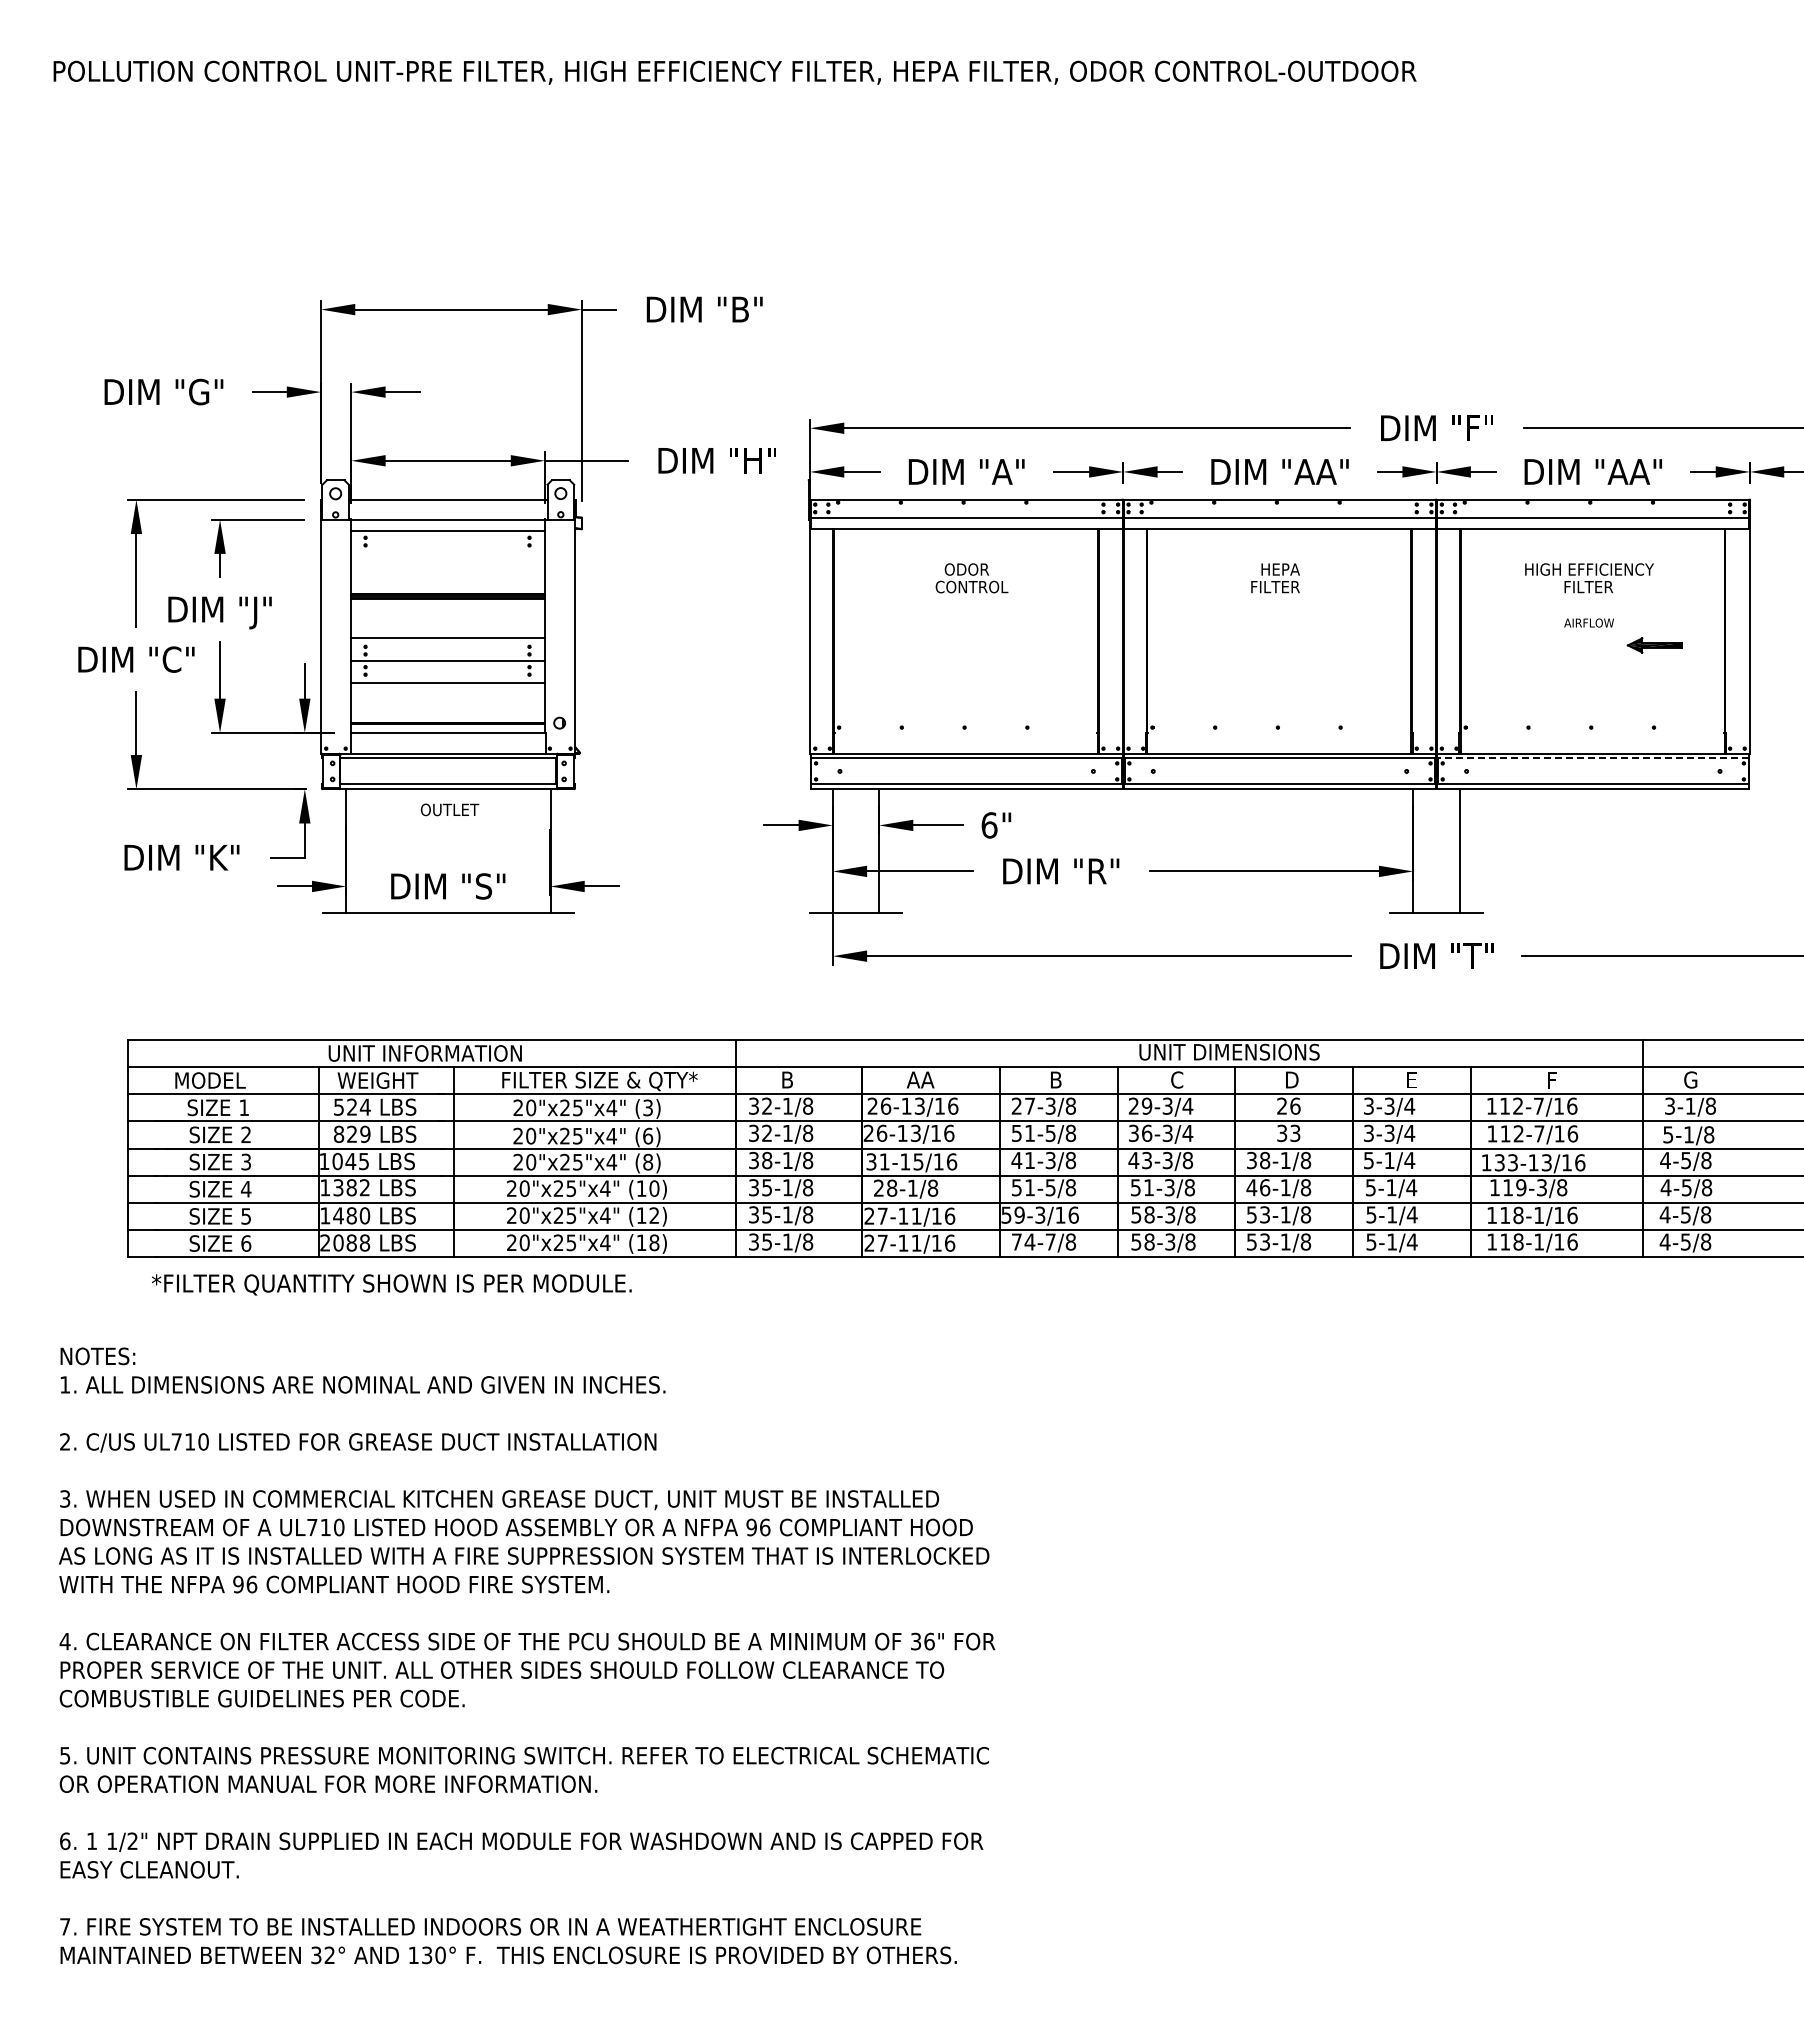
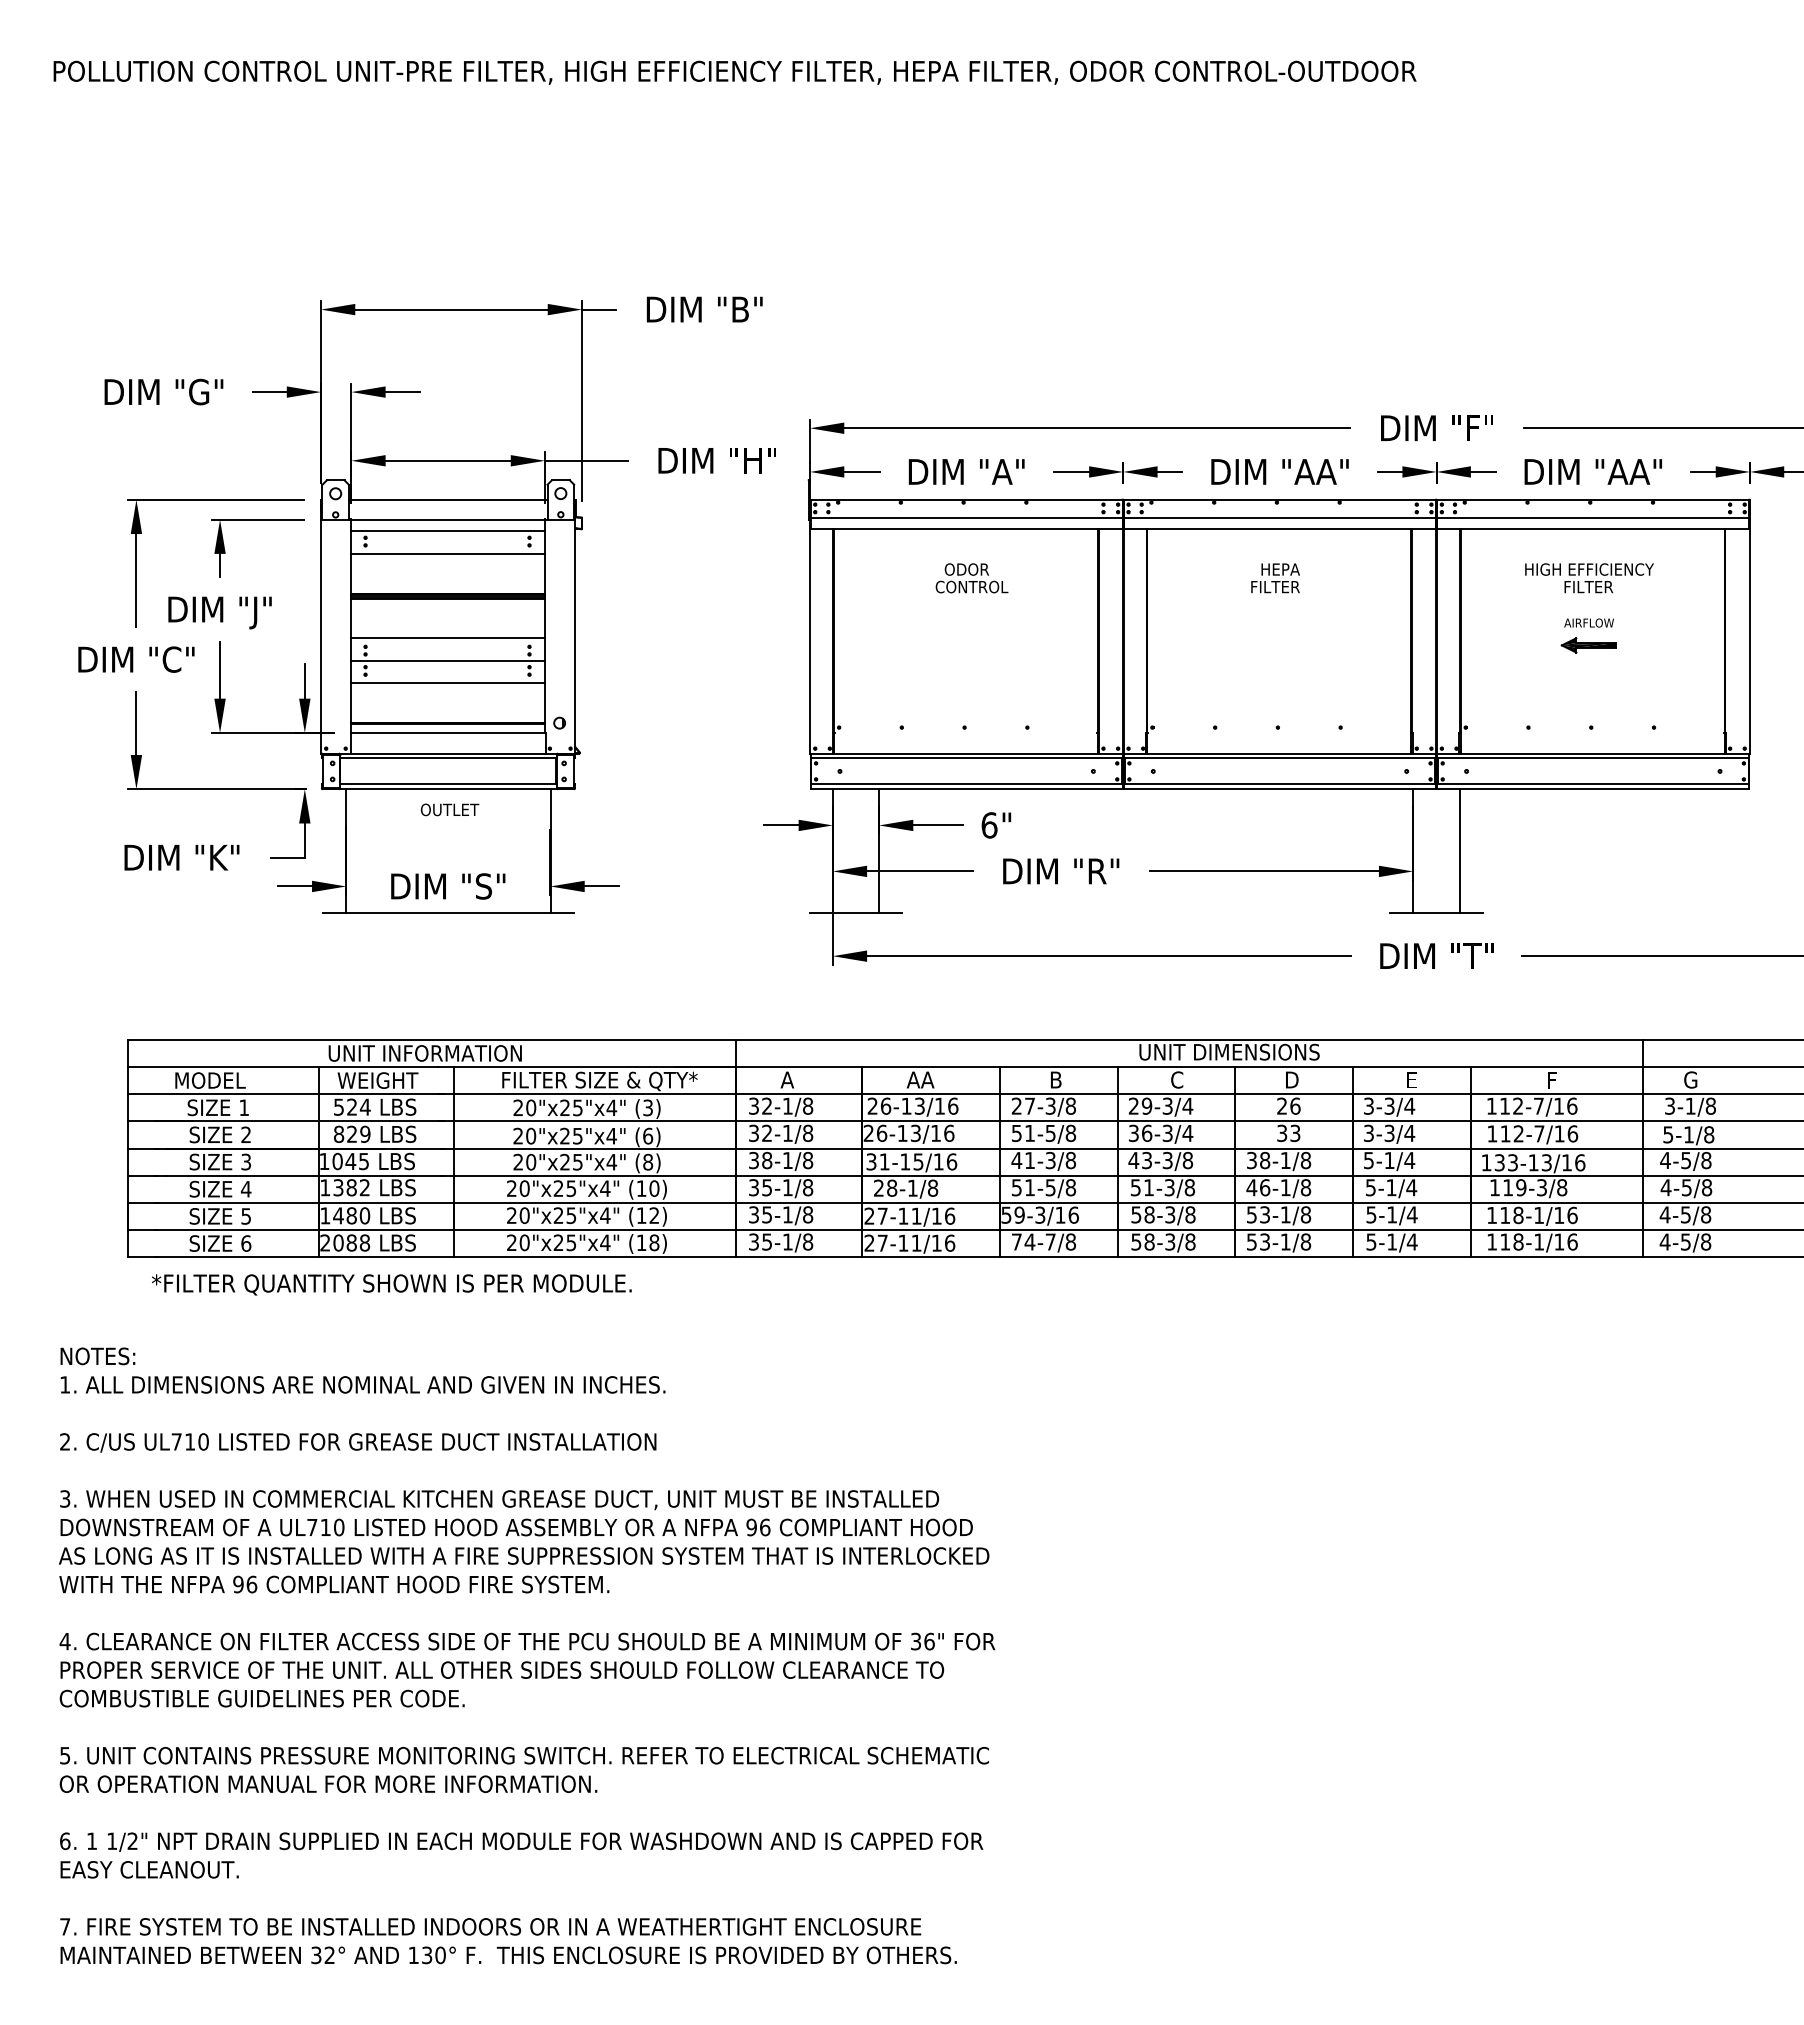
line at (448, 553): none -> present
part at (1654, 645) position: (1654, 645) -> (1588, 645)
line at (1593, 758): dashed -> solid
text at (787, 1079): B -> A
